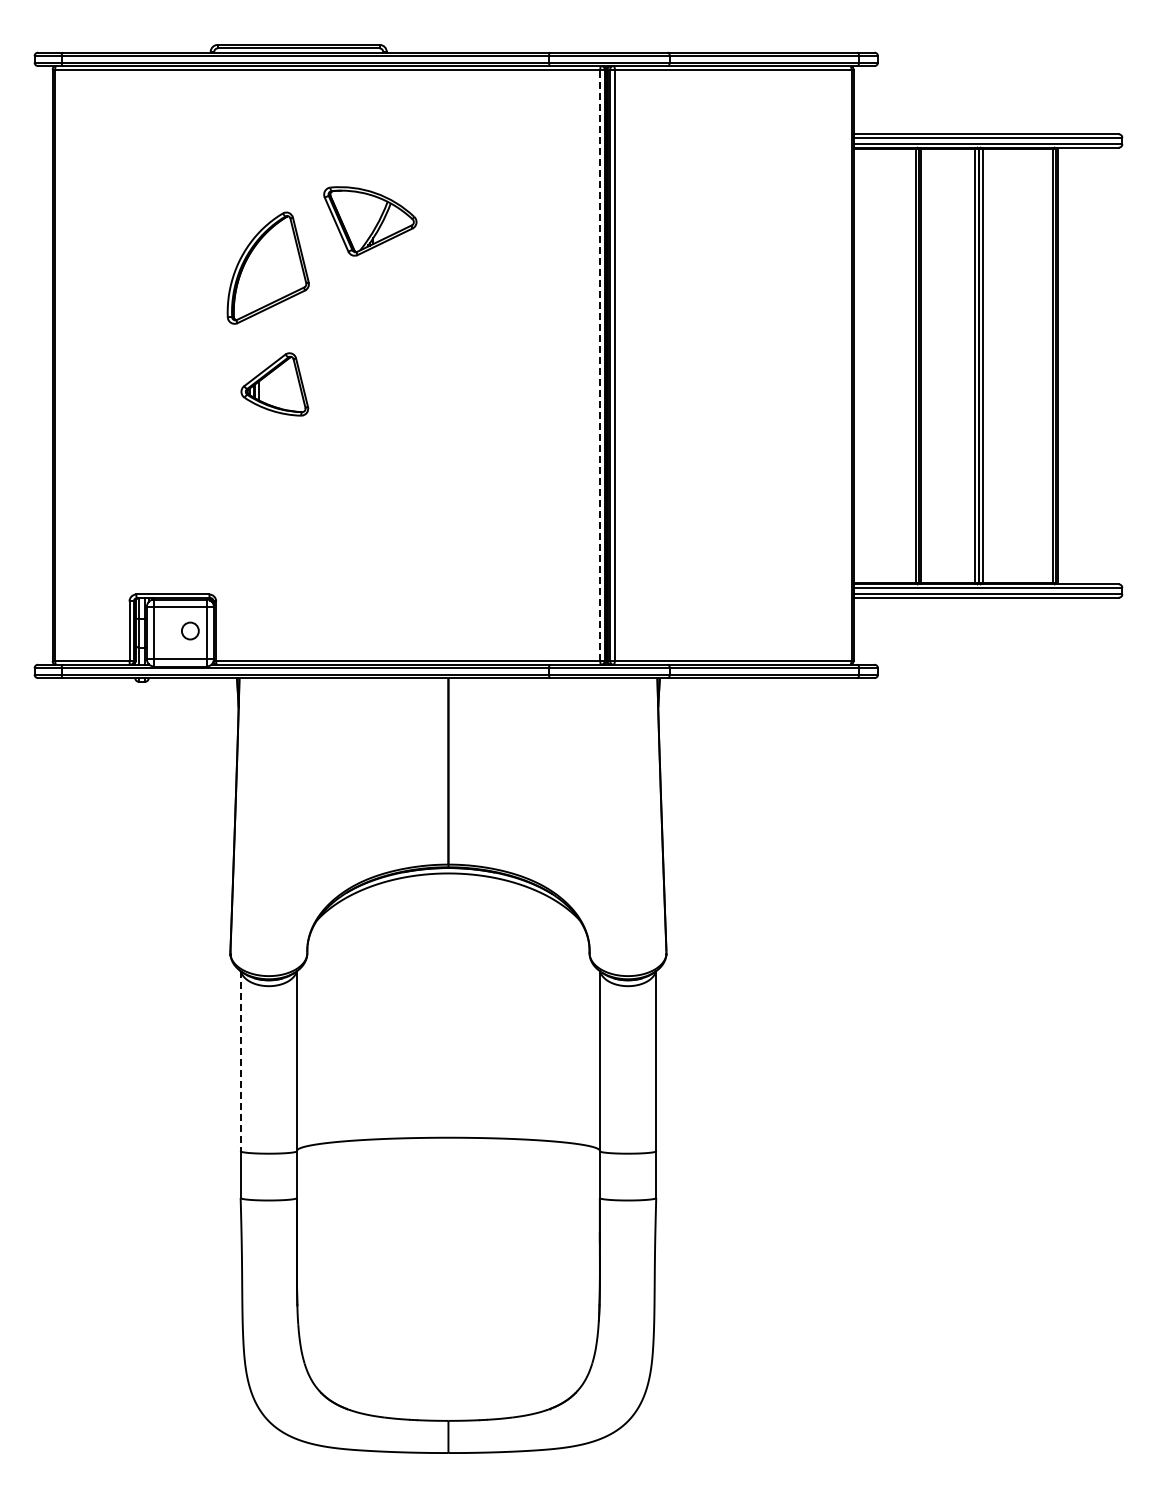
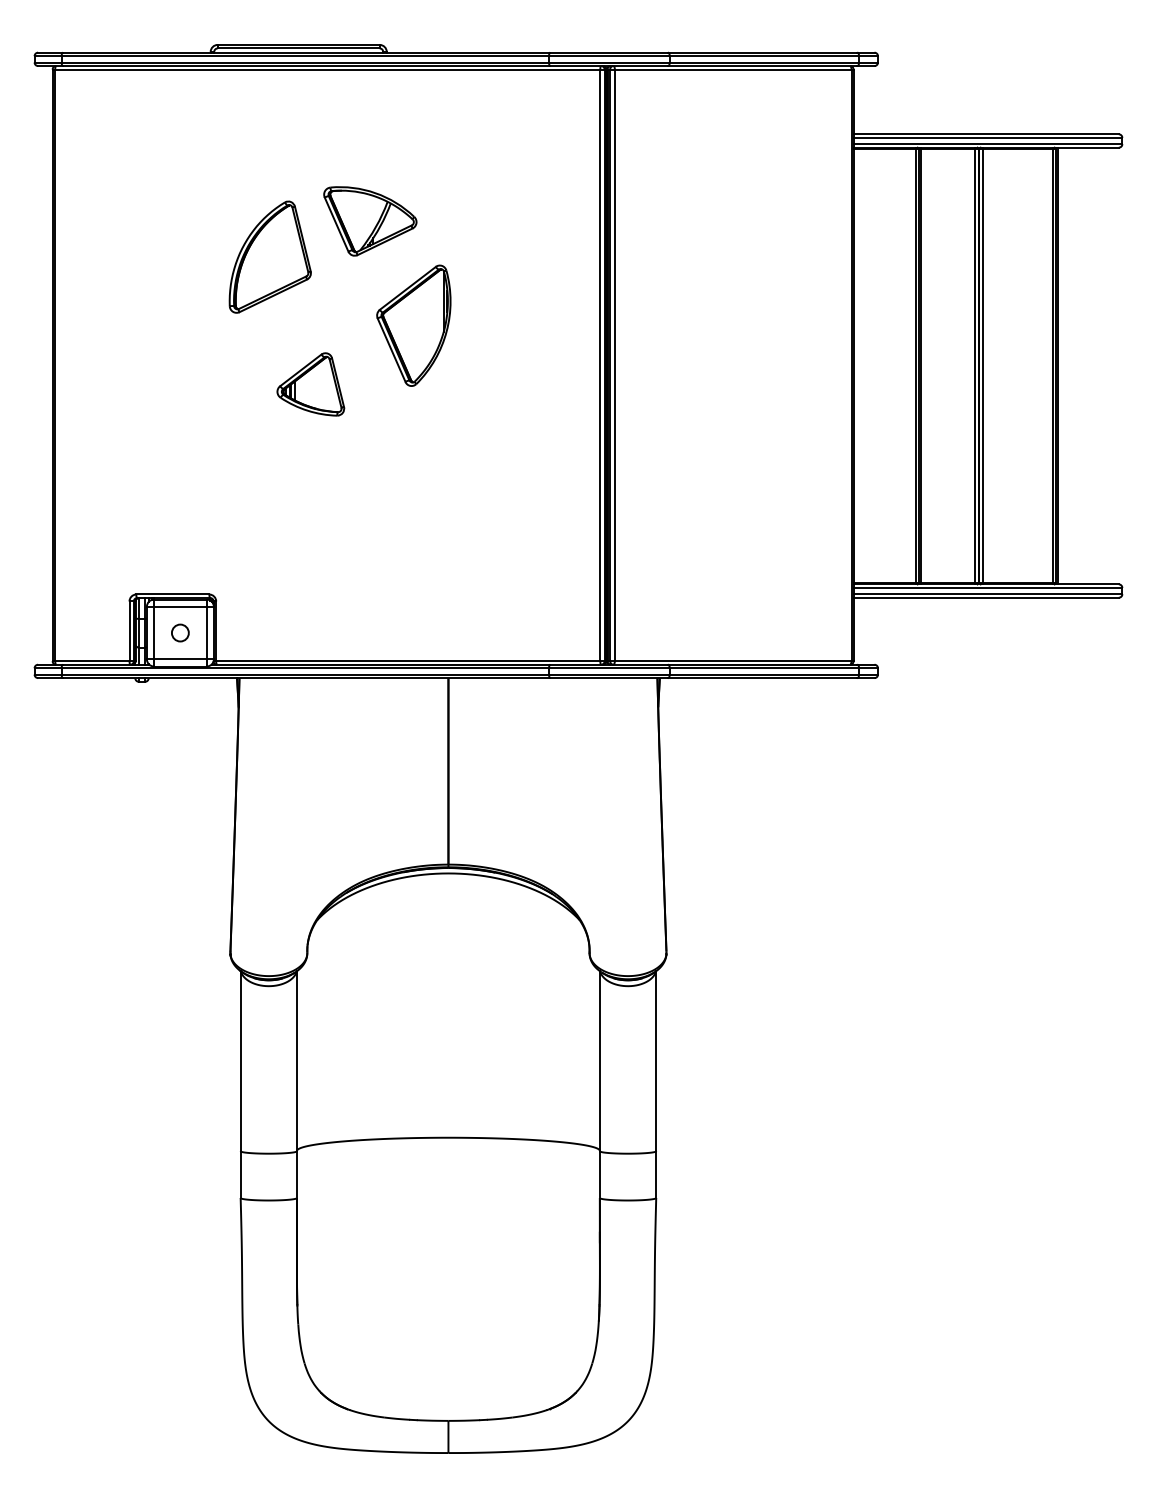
part at (267, 267) position: (267, 267) -> (269, 256)
part at (413, 325): none -> present
line at (600, 365): dashed -> solid
part at (274, 384) position: (274, 384) -> (310, 384)
circle at (190, 630) position: (190, 630) -> (180, 632)
line at (240, 1061): dashed -> solid
